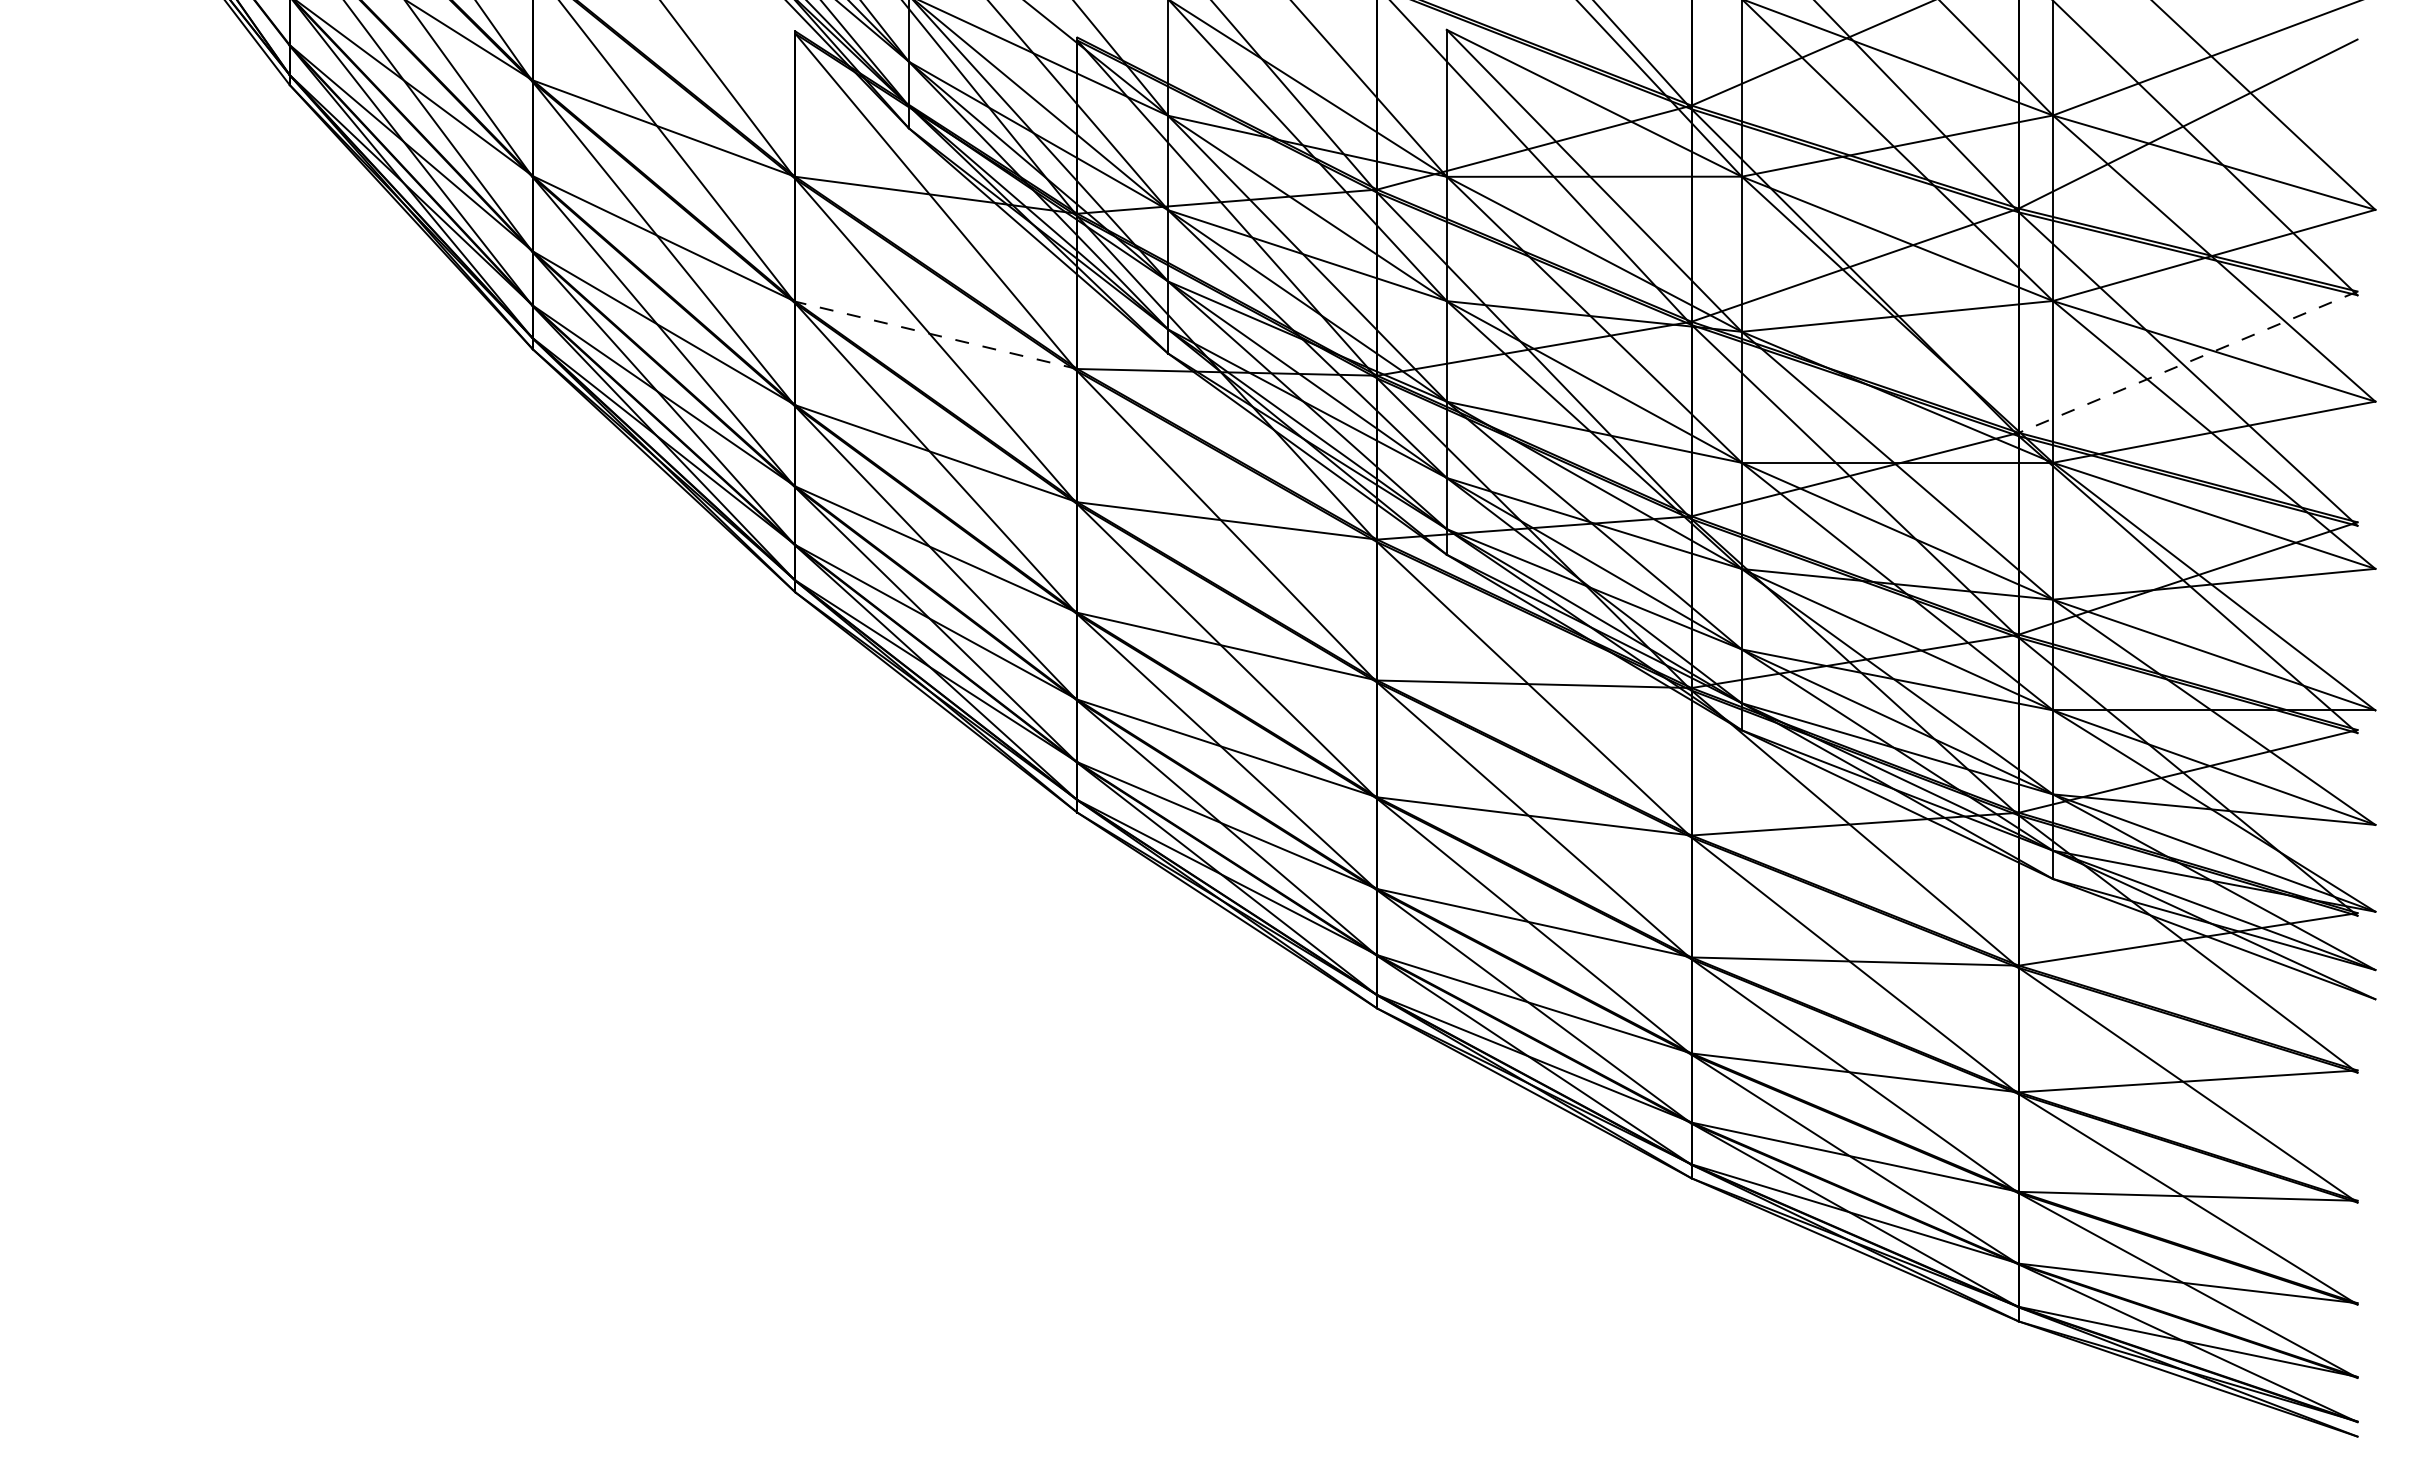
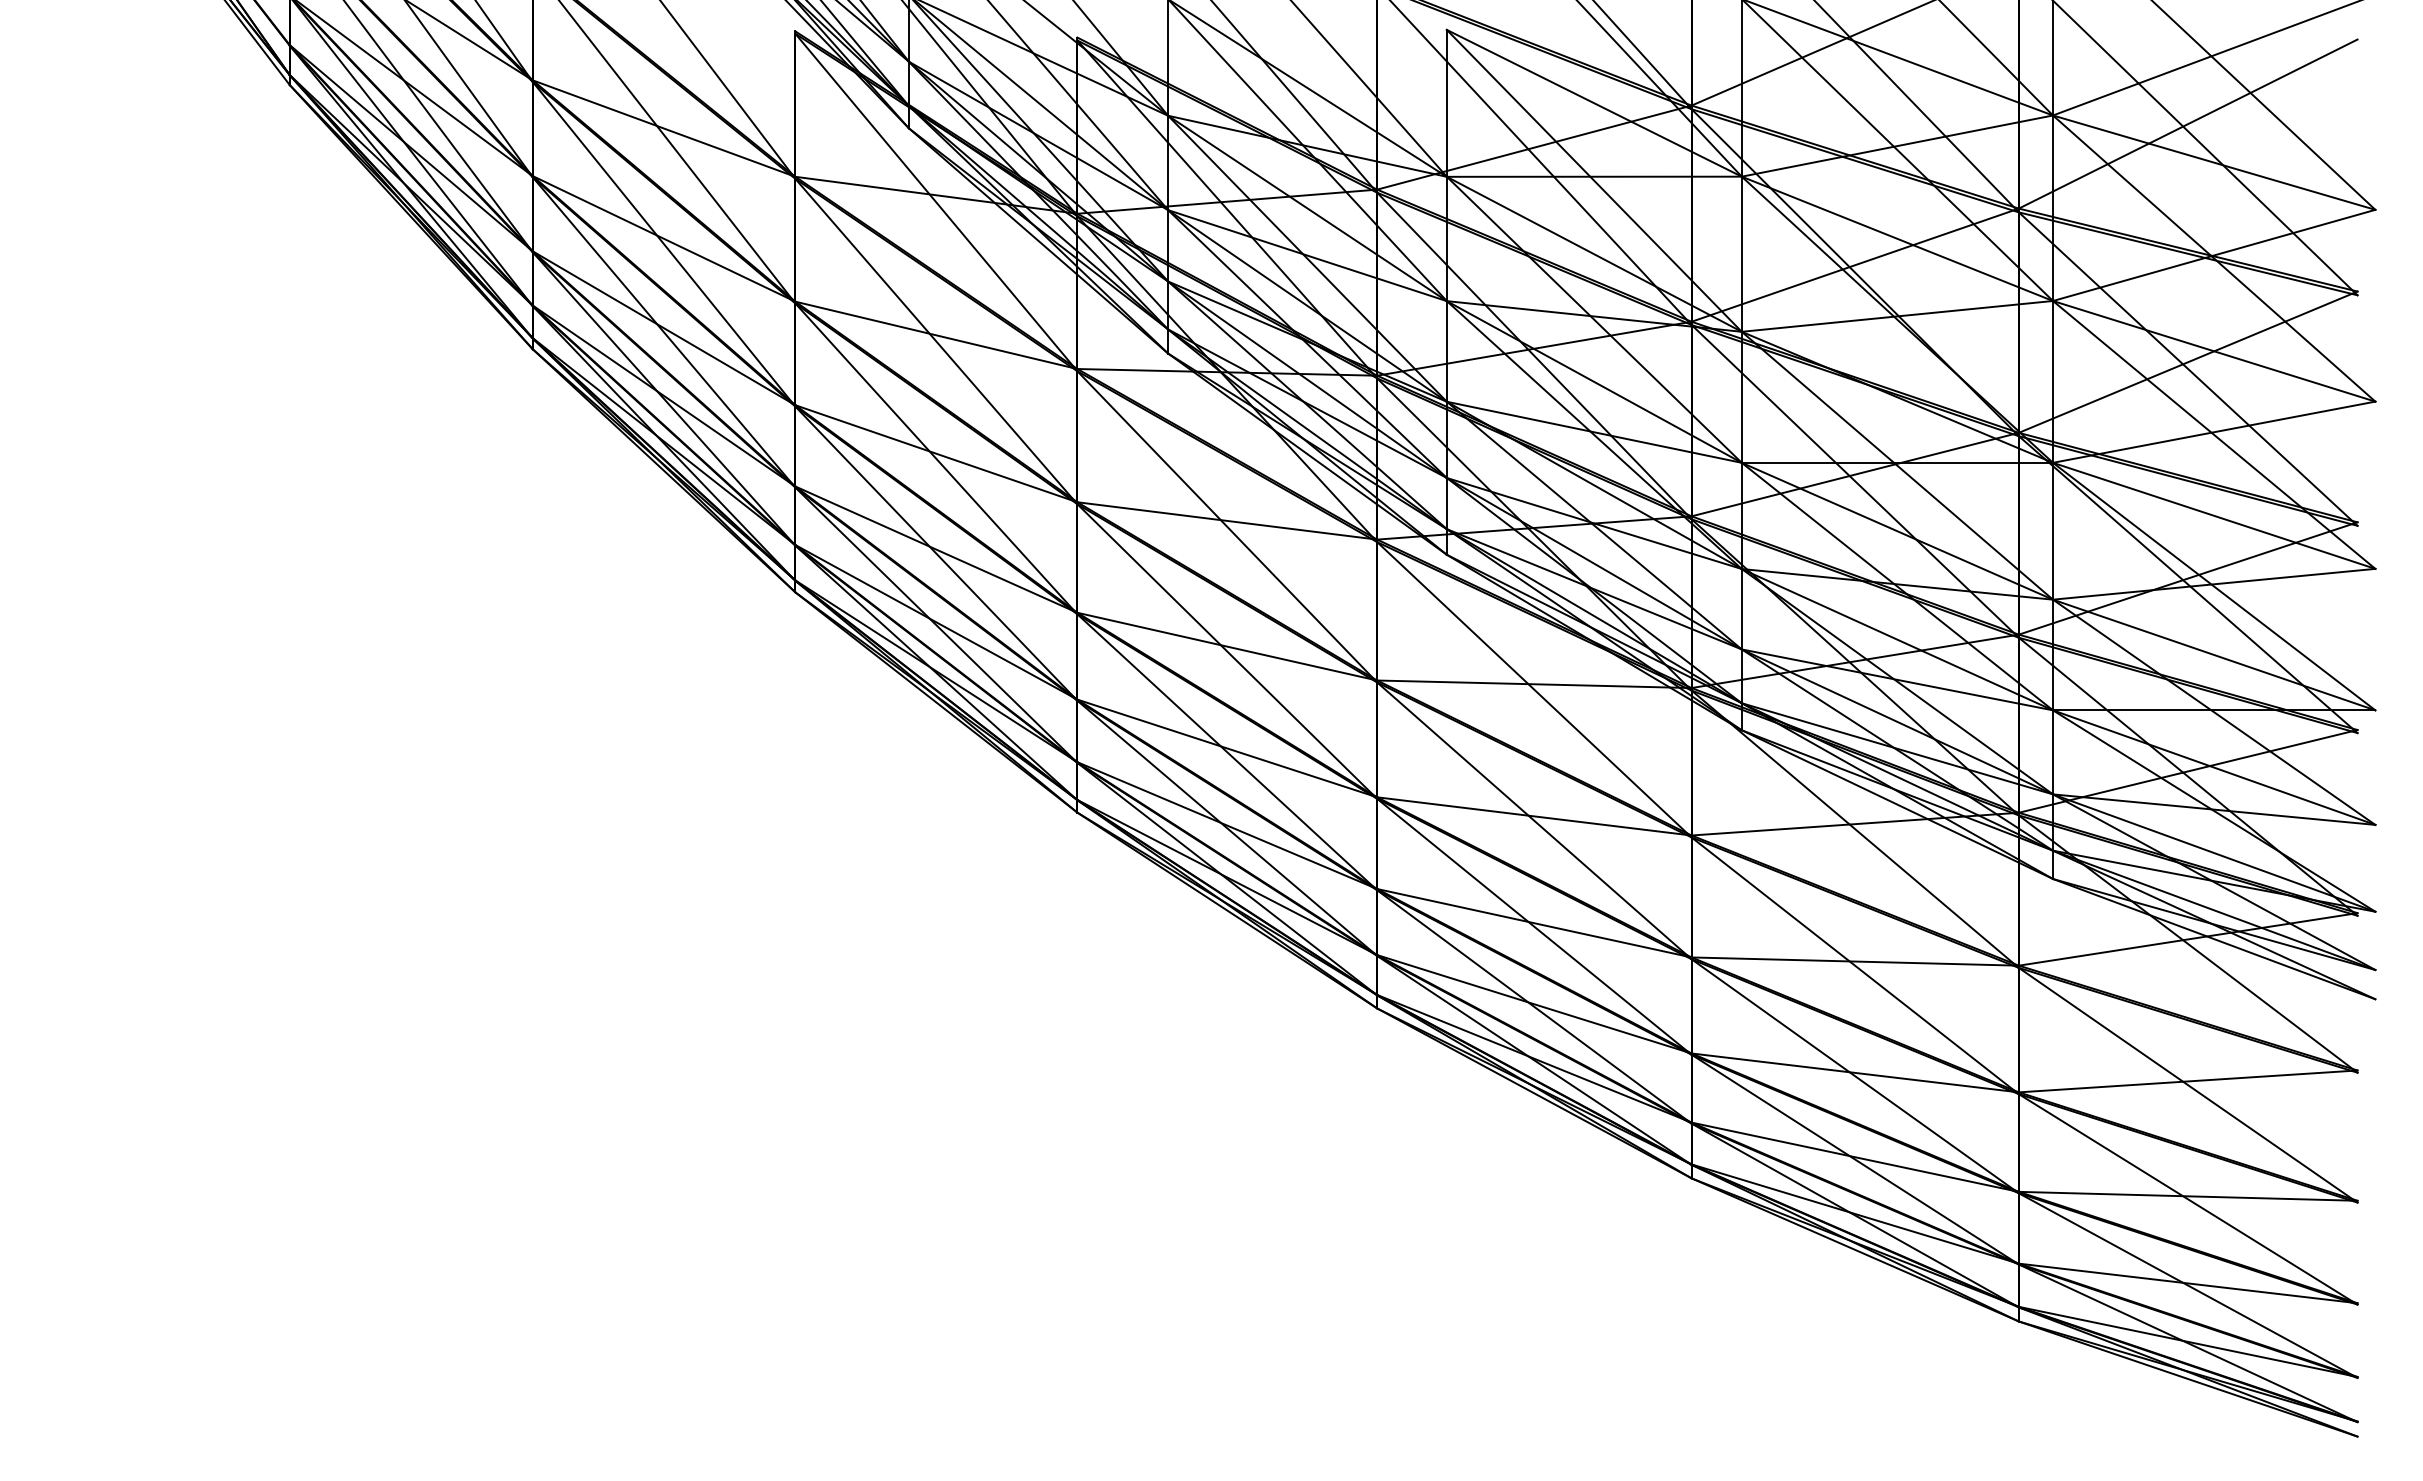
line at (936, 335): dashed -> solid
line at (2187, 362): dashed -> solid
